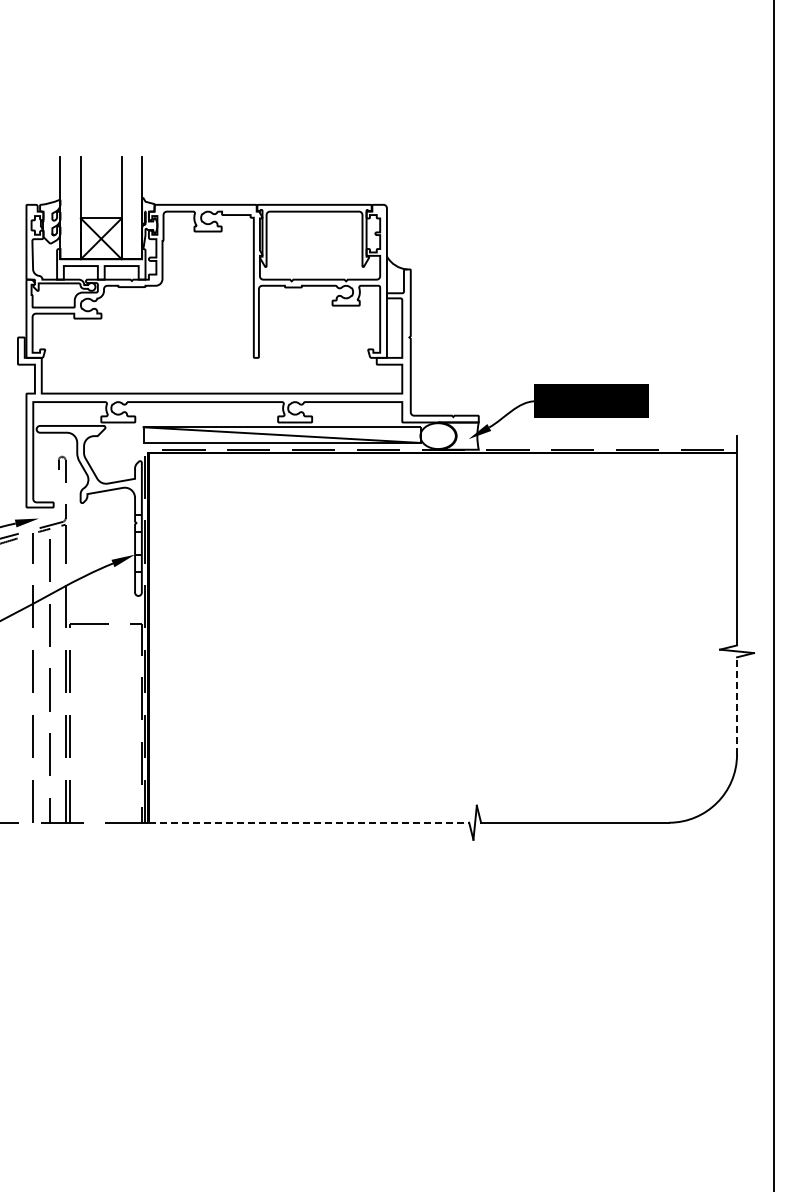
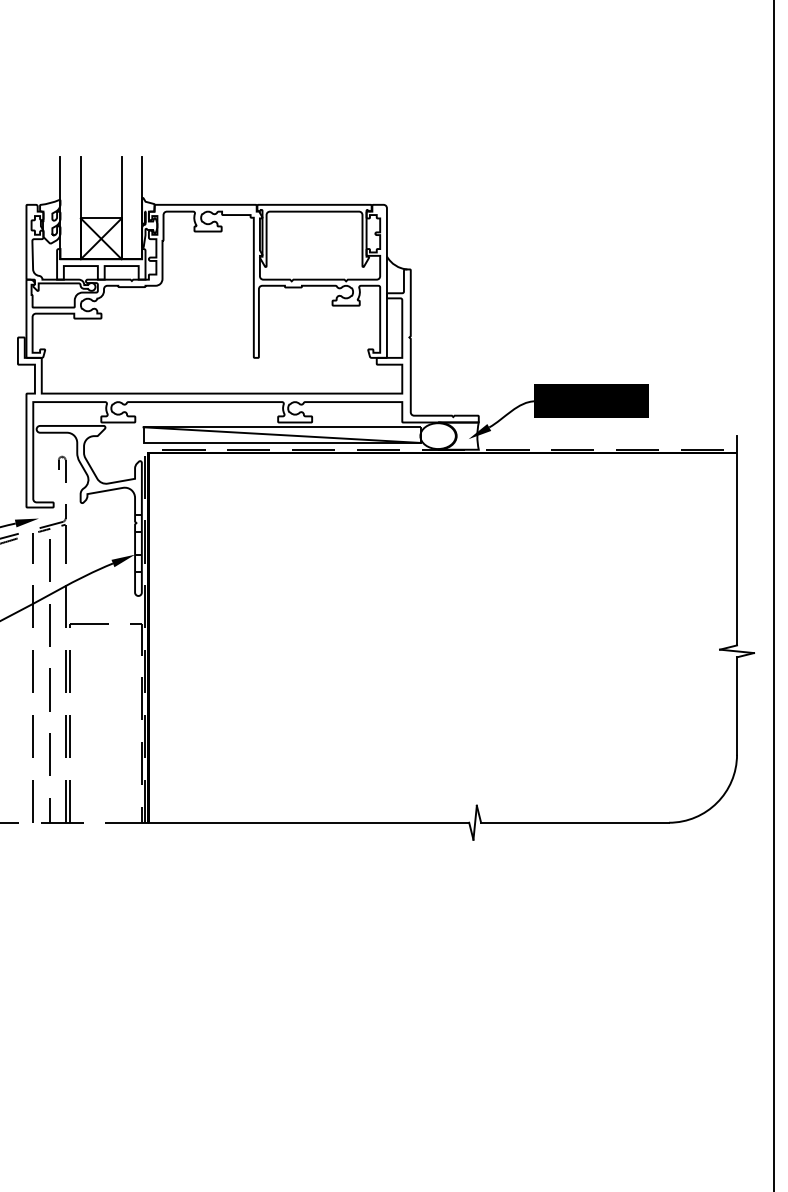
line at (737, 706): dashed -> solid
line at (309, 822): dashed -> solid
